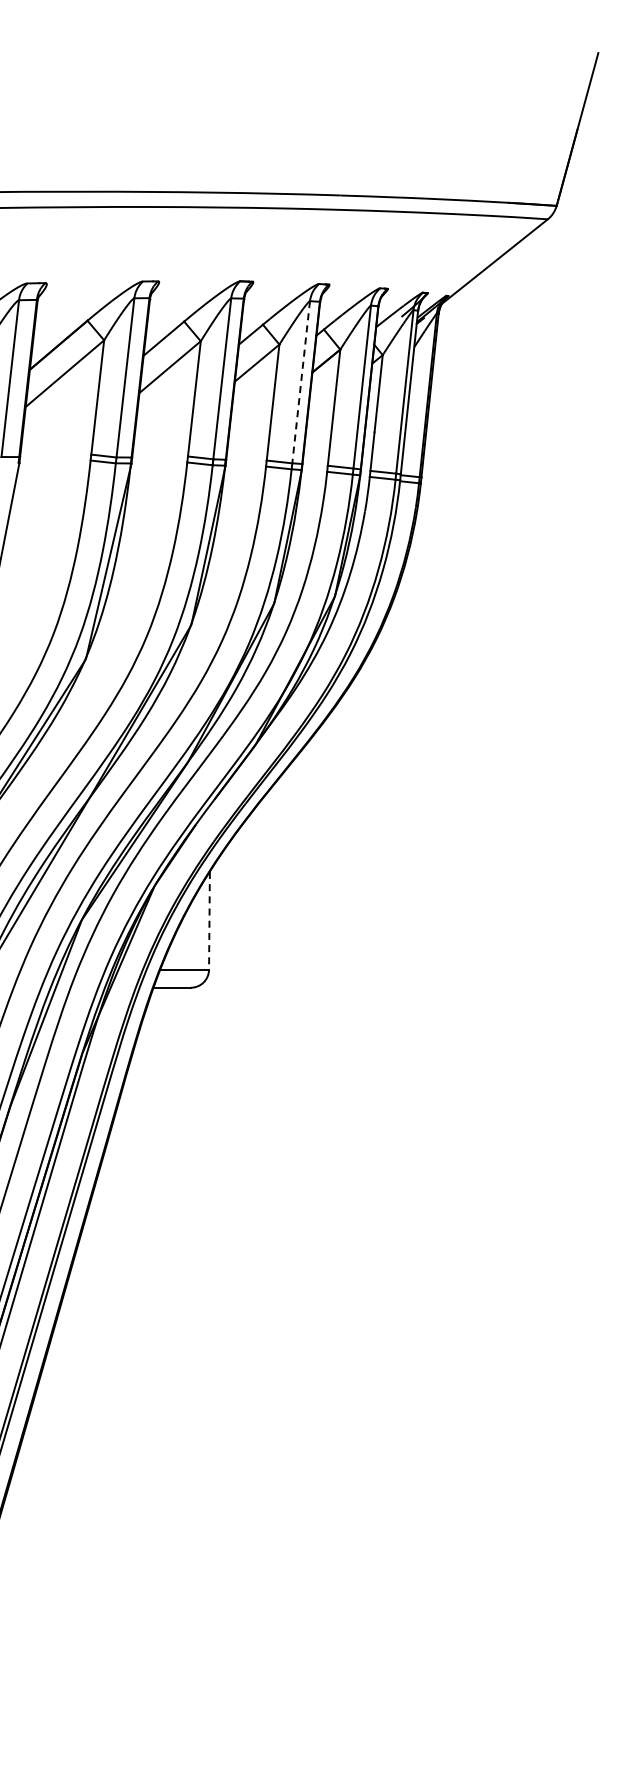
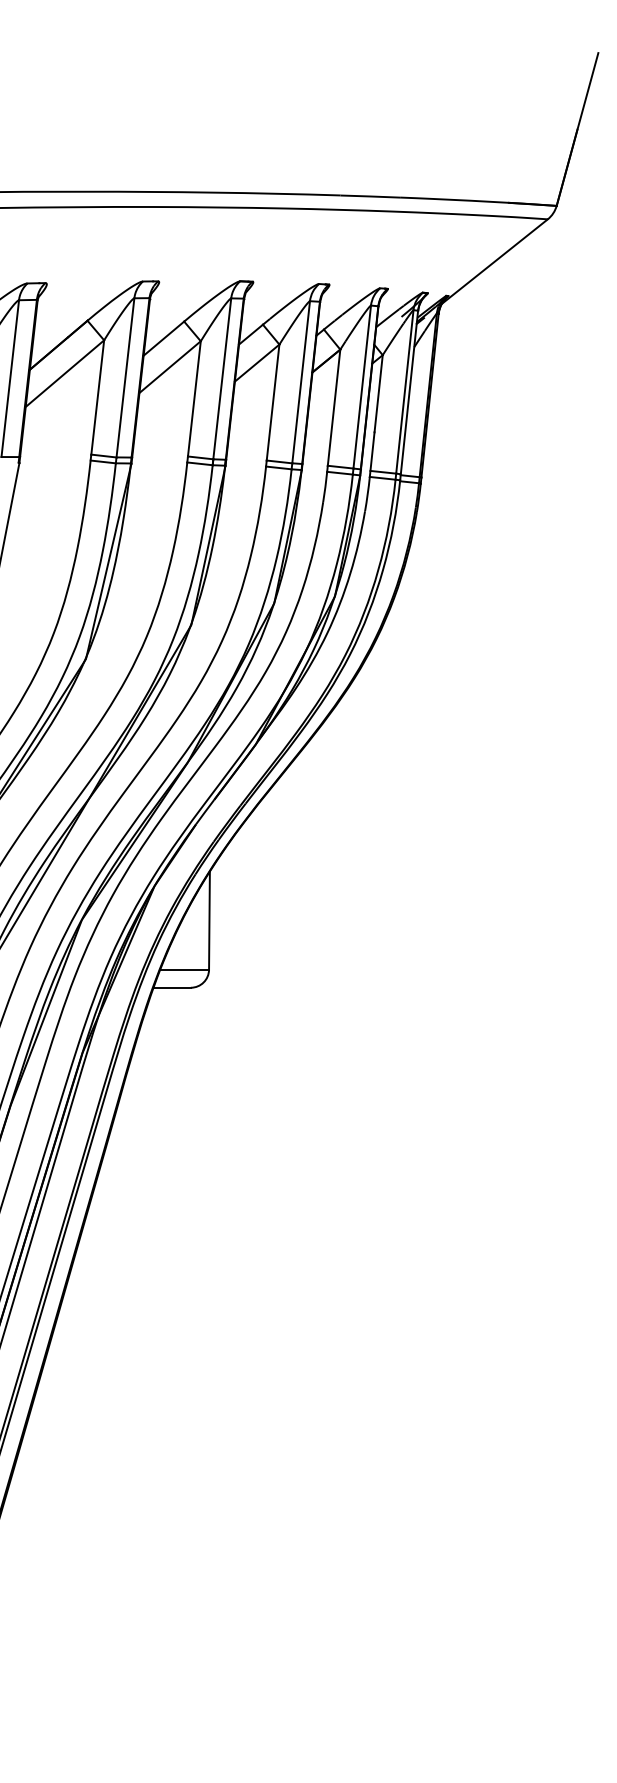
line at (301, 382): dashed -> solid
line at (209, 920): dashed -> solid
